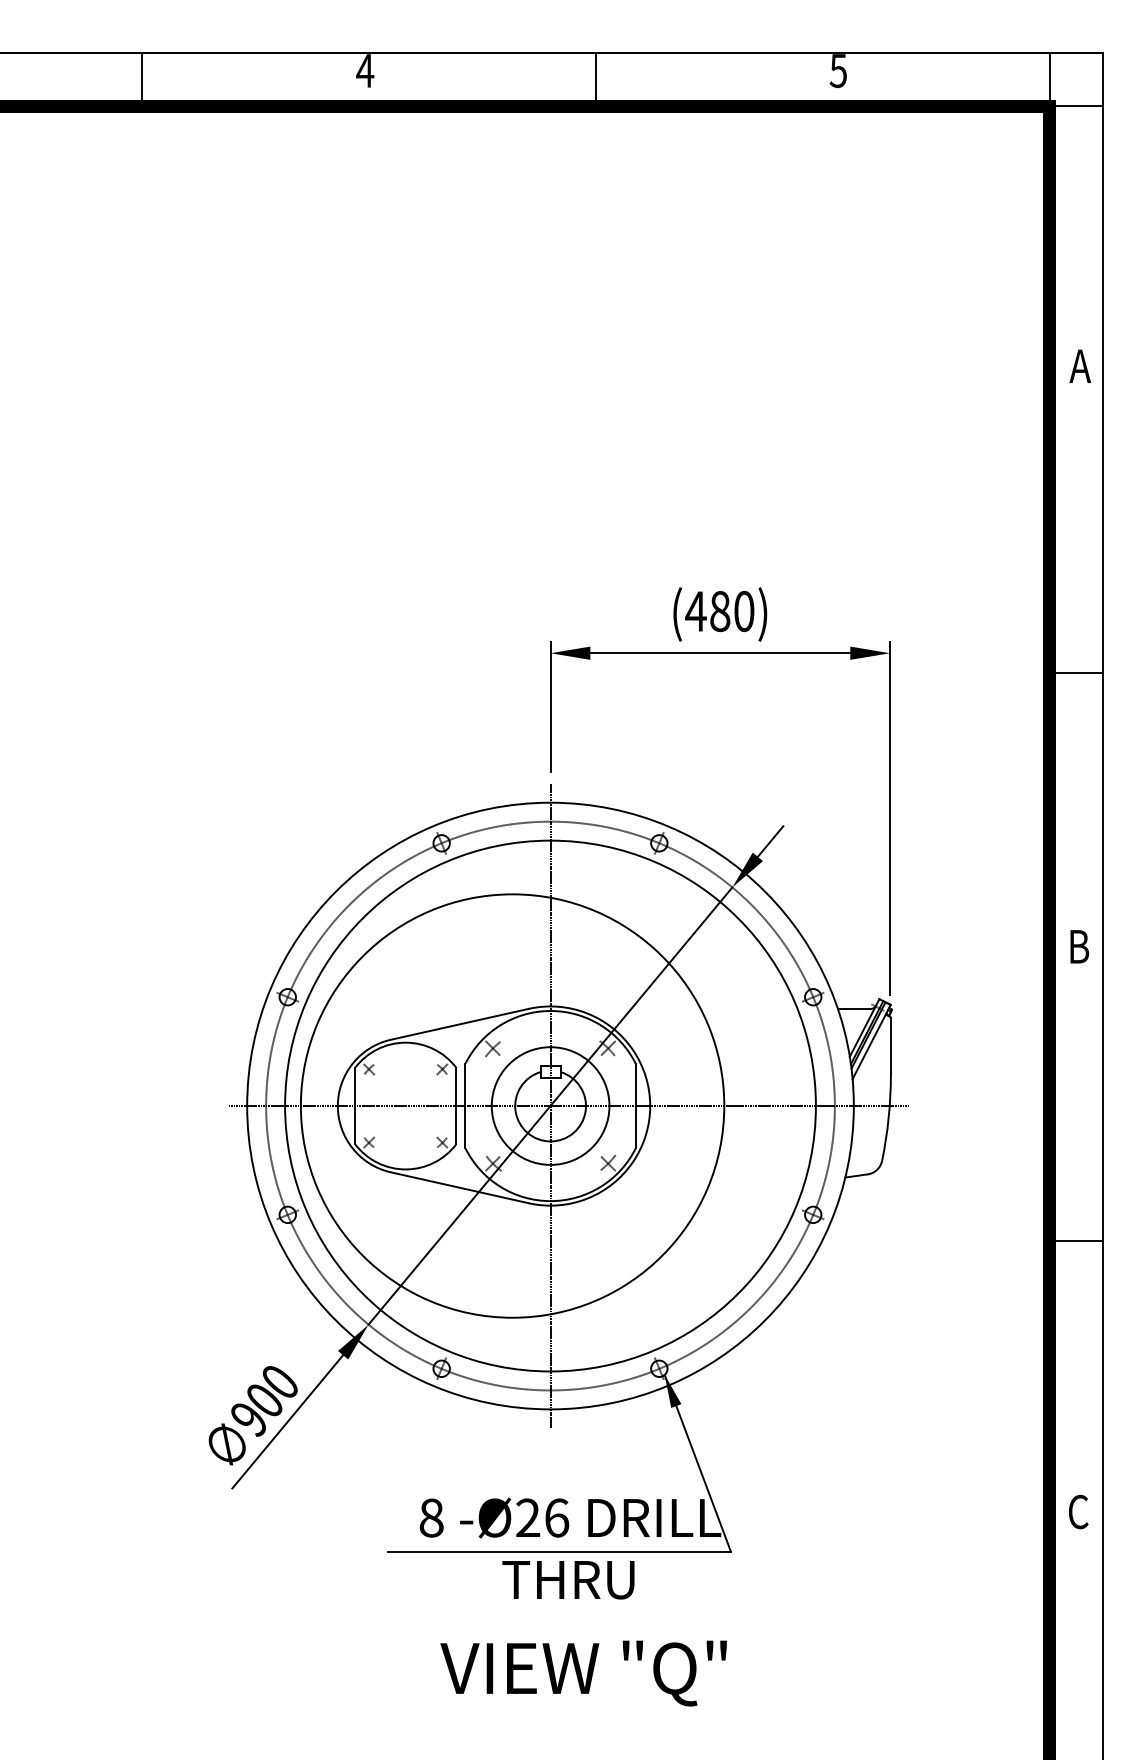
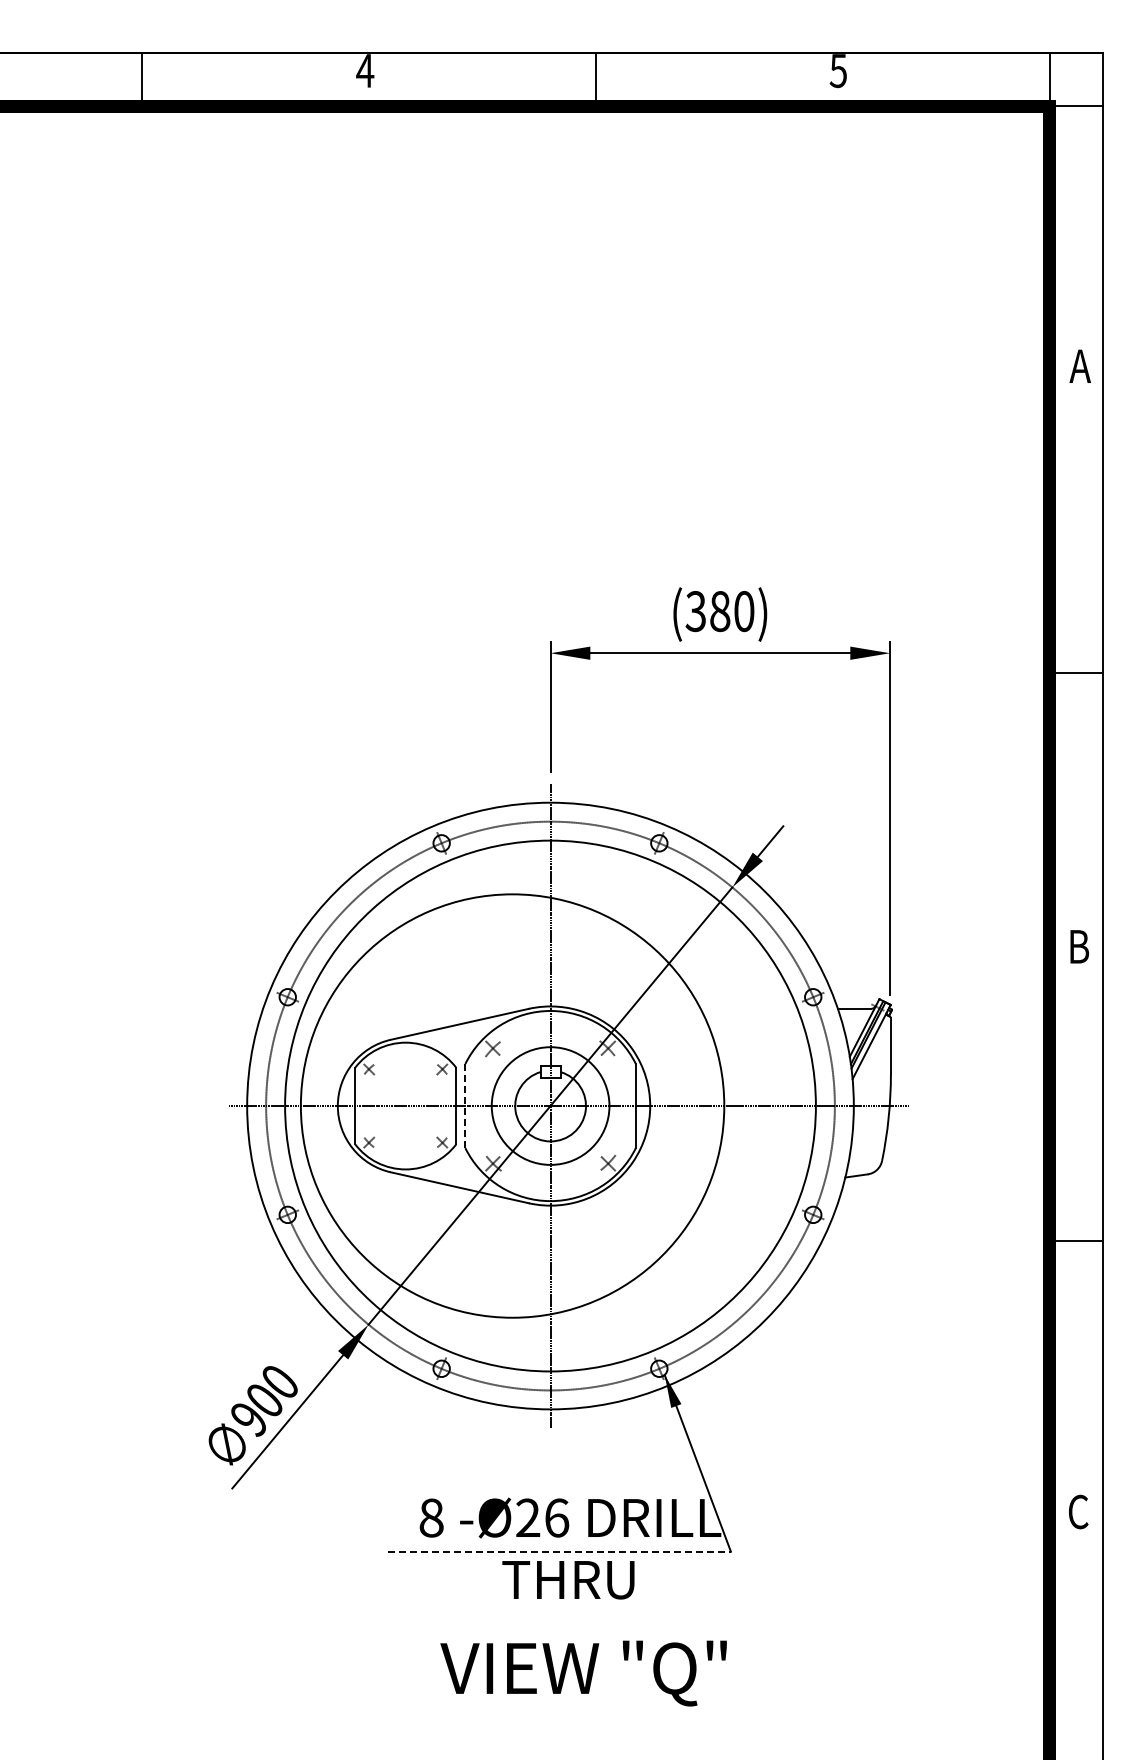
text at (695, 611): (480) -> (380)
line at (465, 1106): solid -> dashed
line at (559, 1551): solid -> dashed
